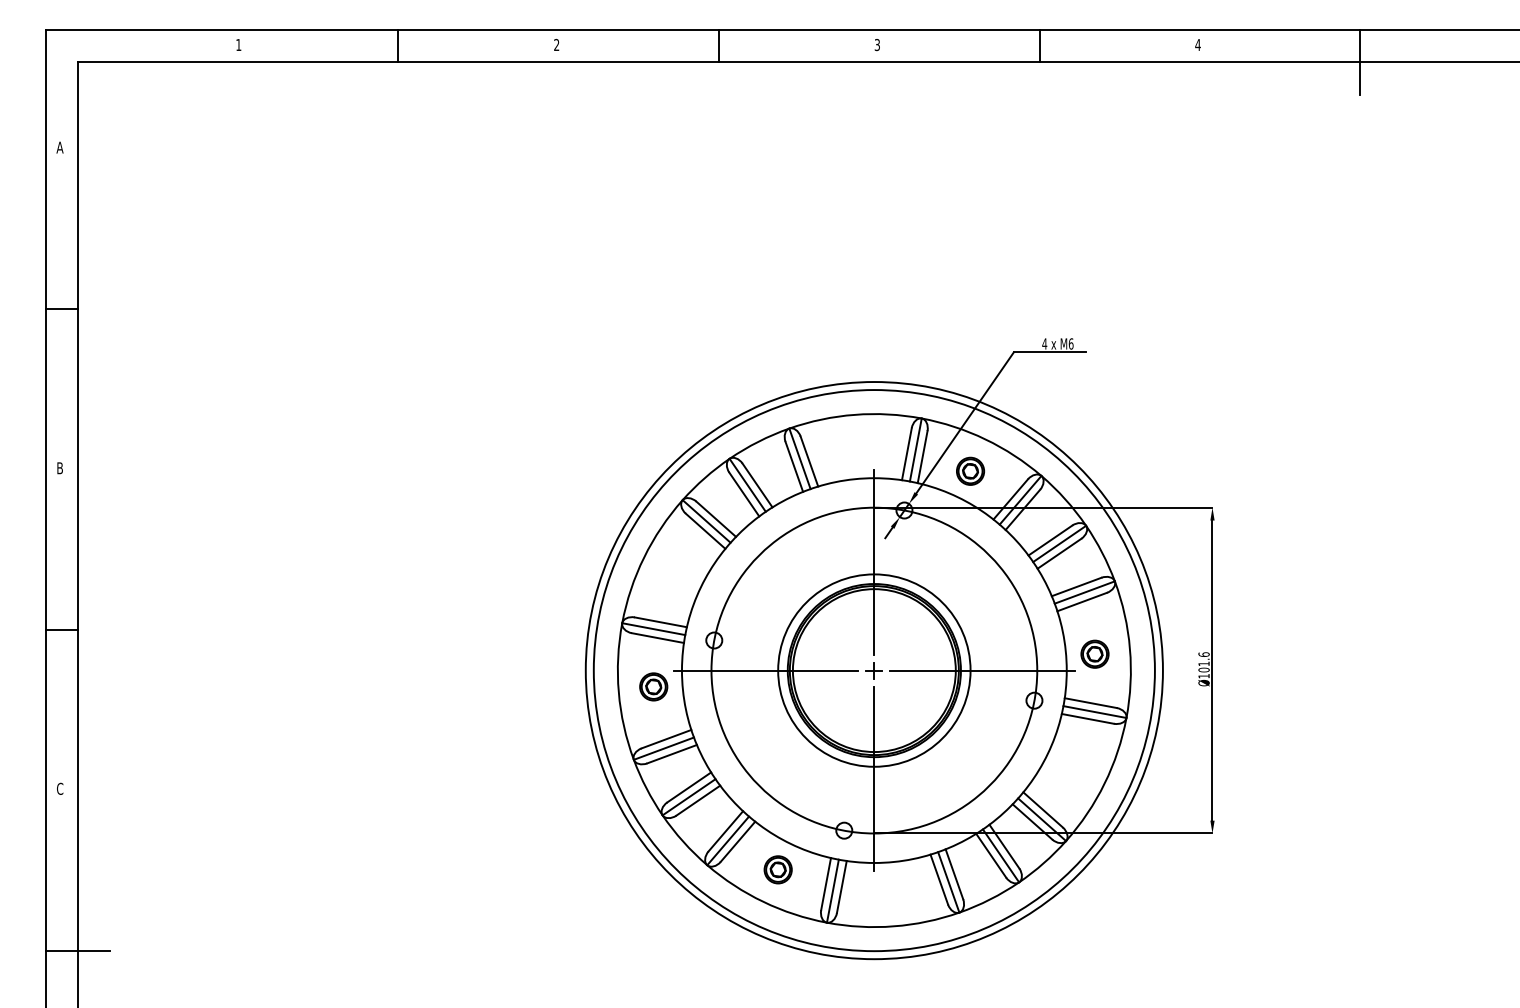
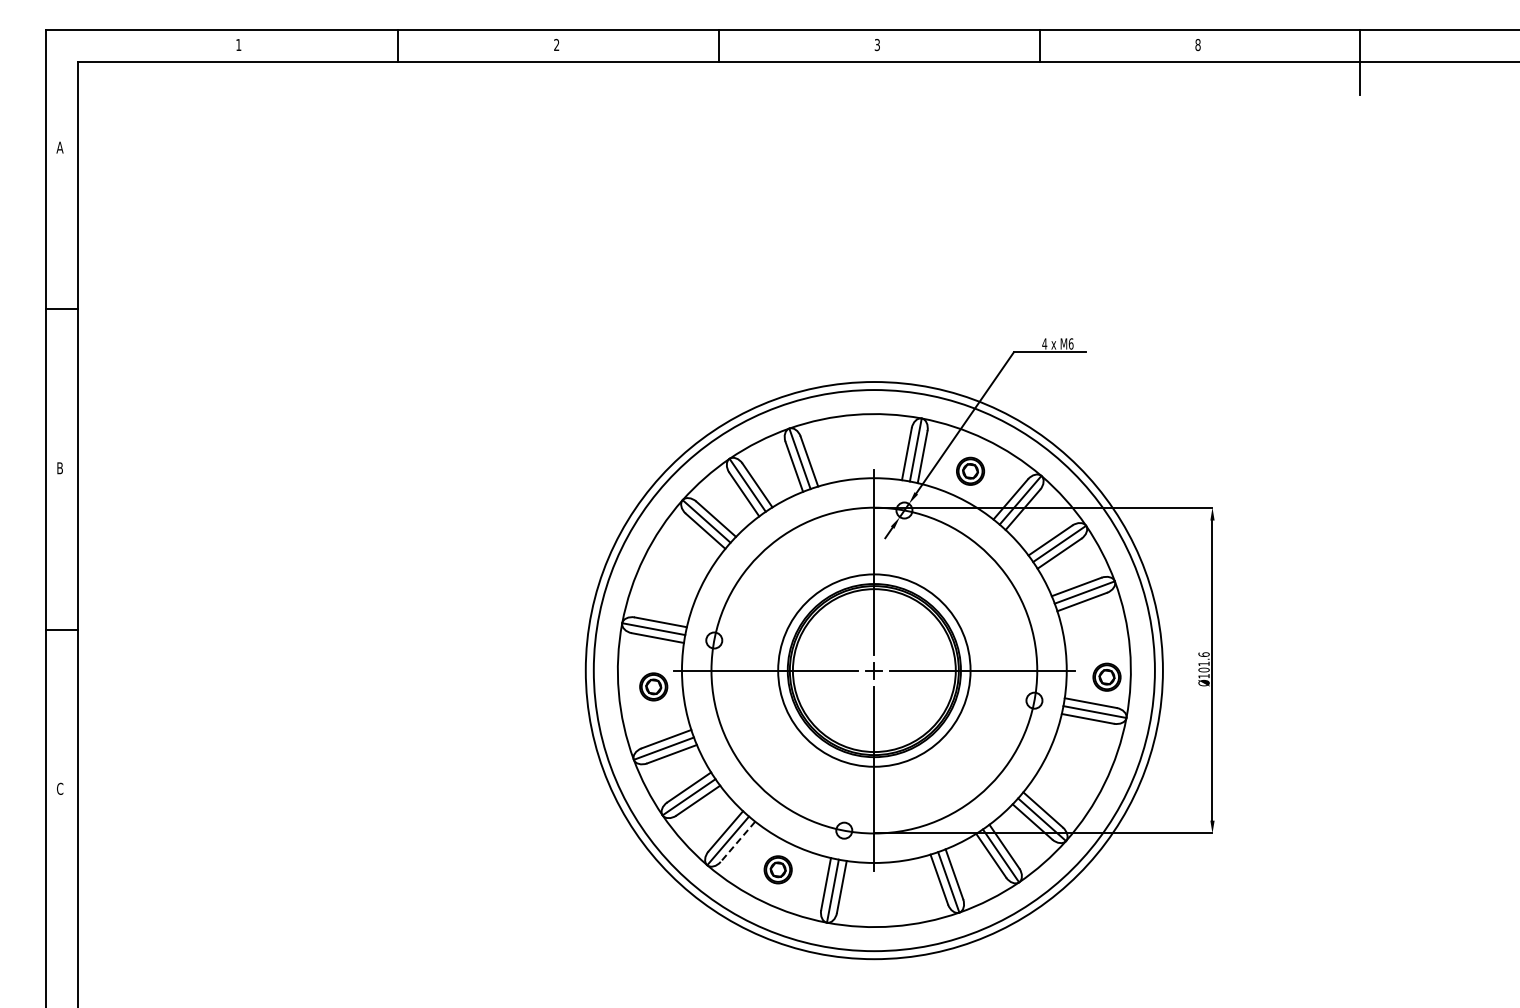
text at (1197, 45): 4 -> 8
part at (1094, 653) position: (1094, 653) -> (1106, 676)
line at (737, 842): solid -> dashed
line at (77, 950): present -> none
